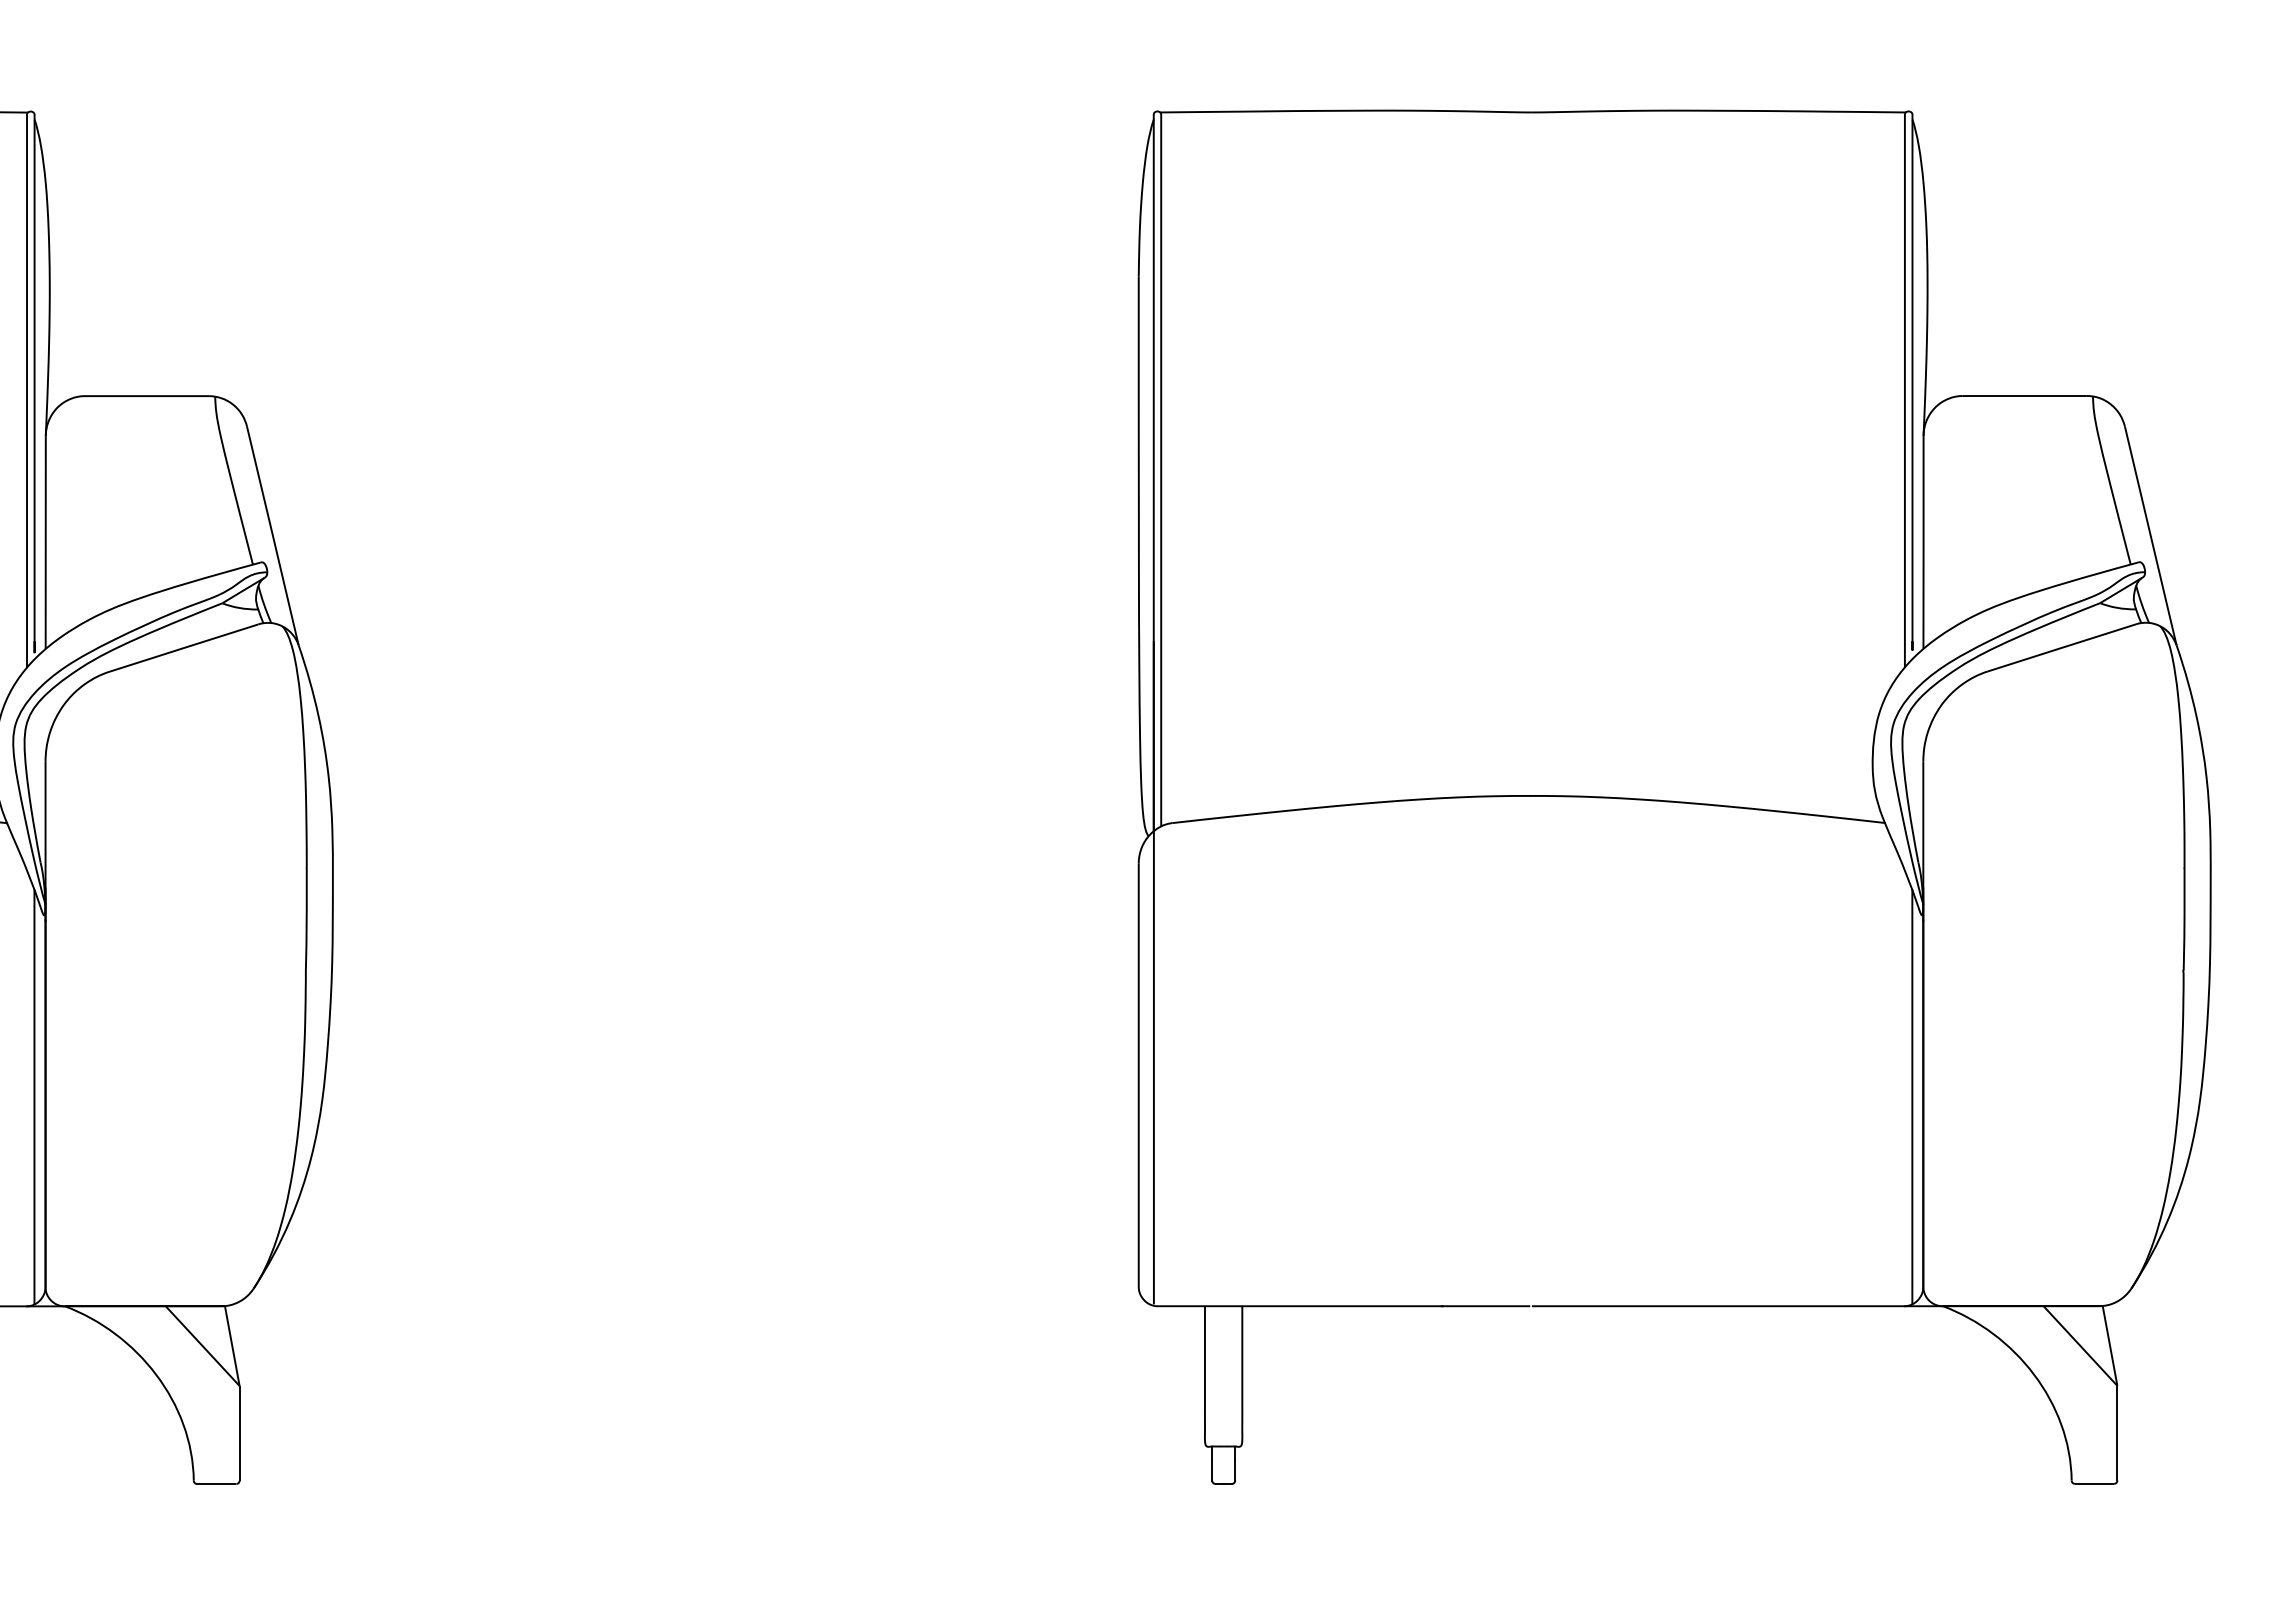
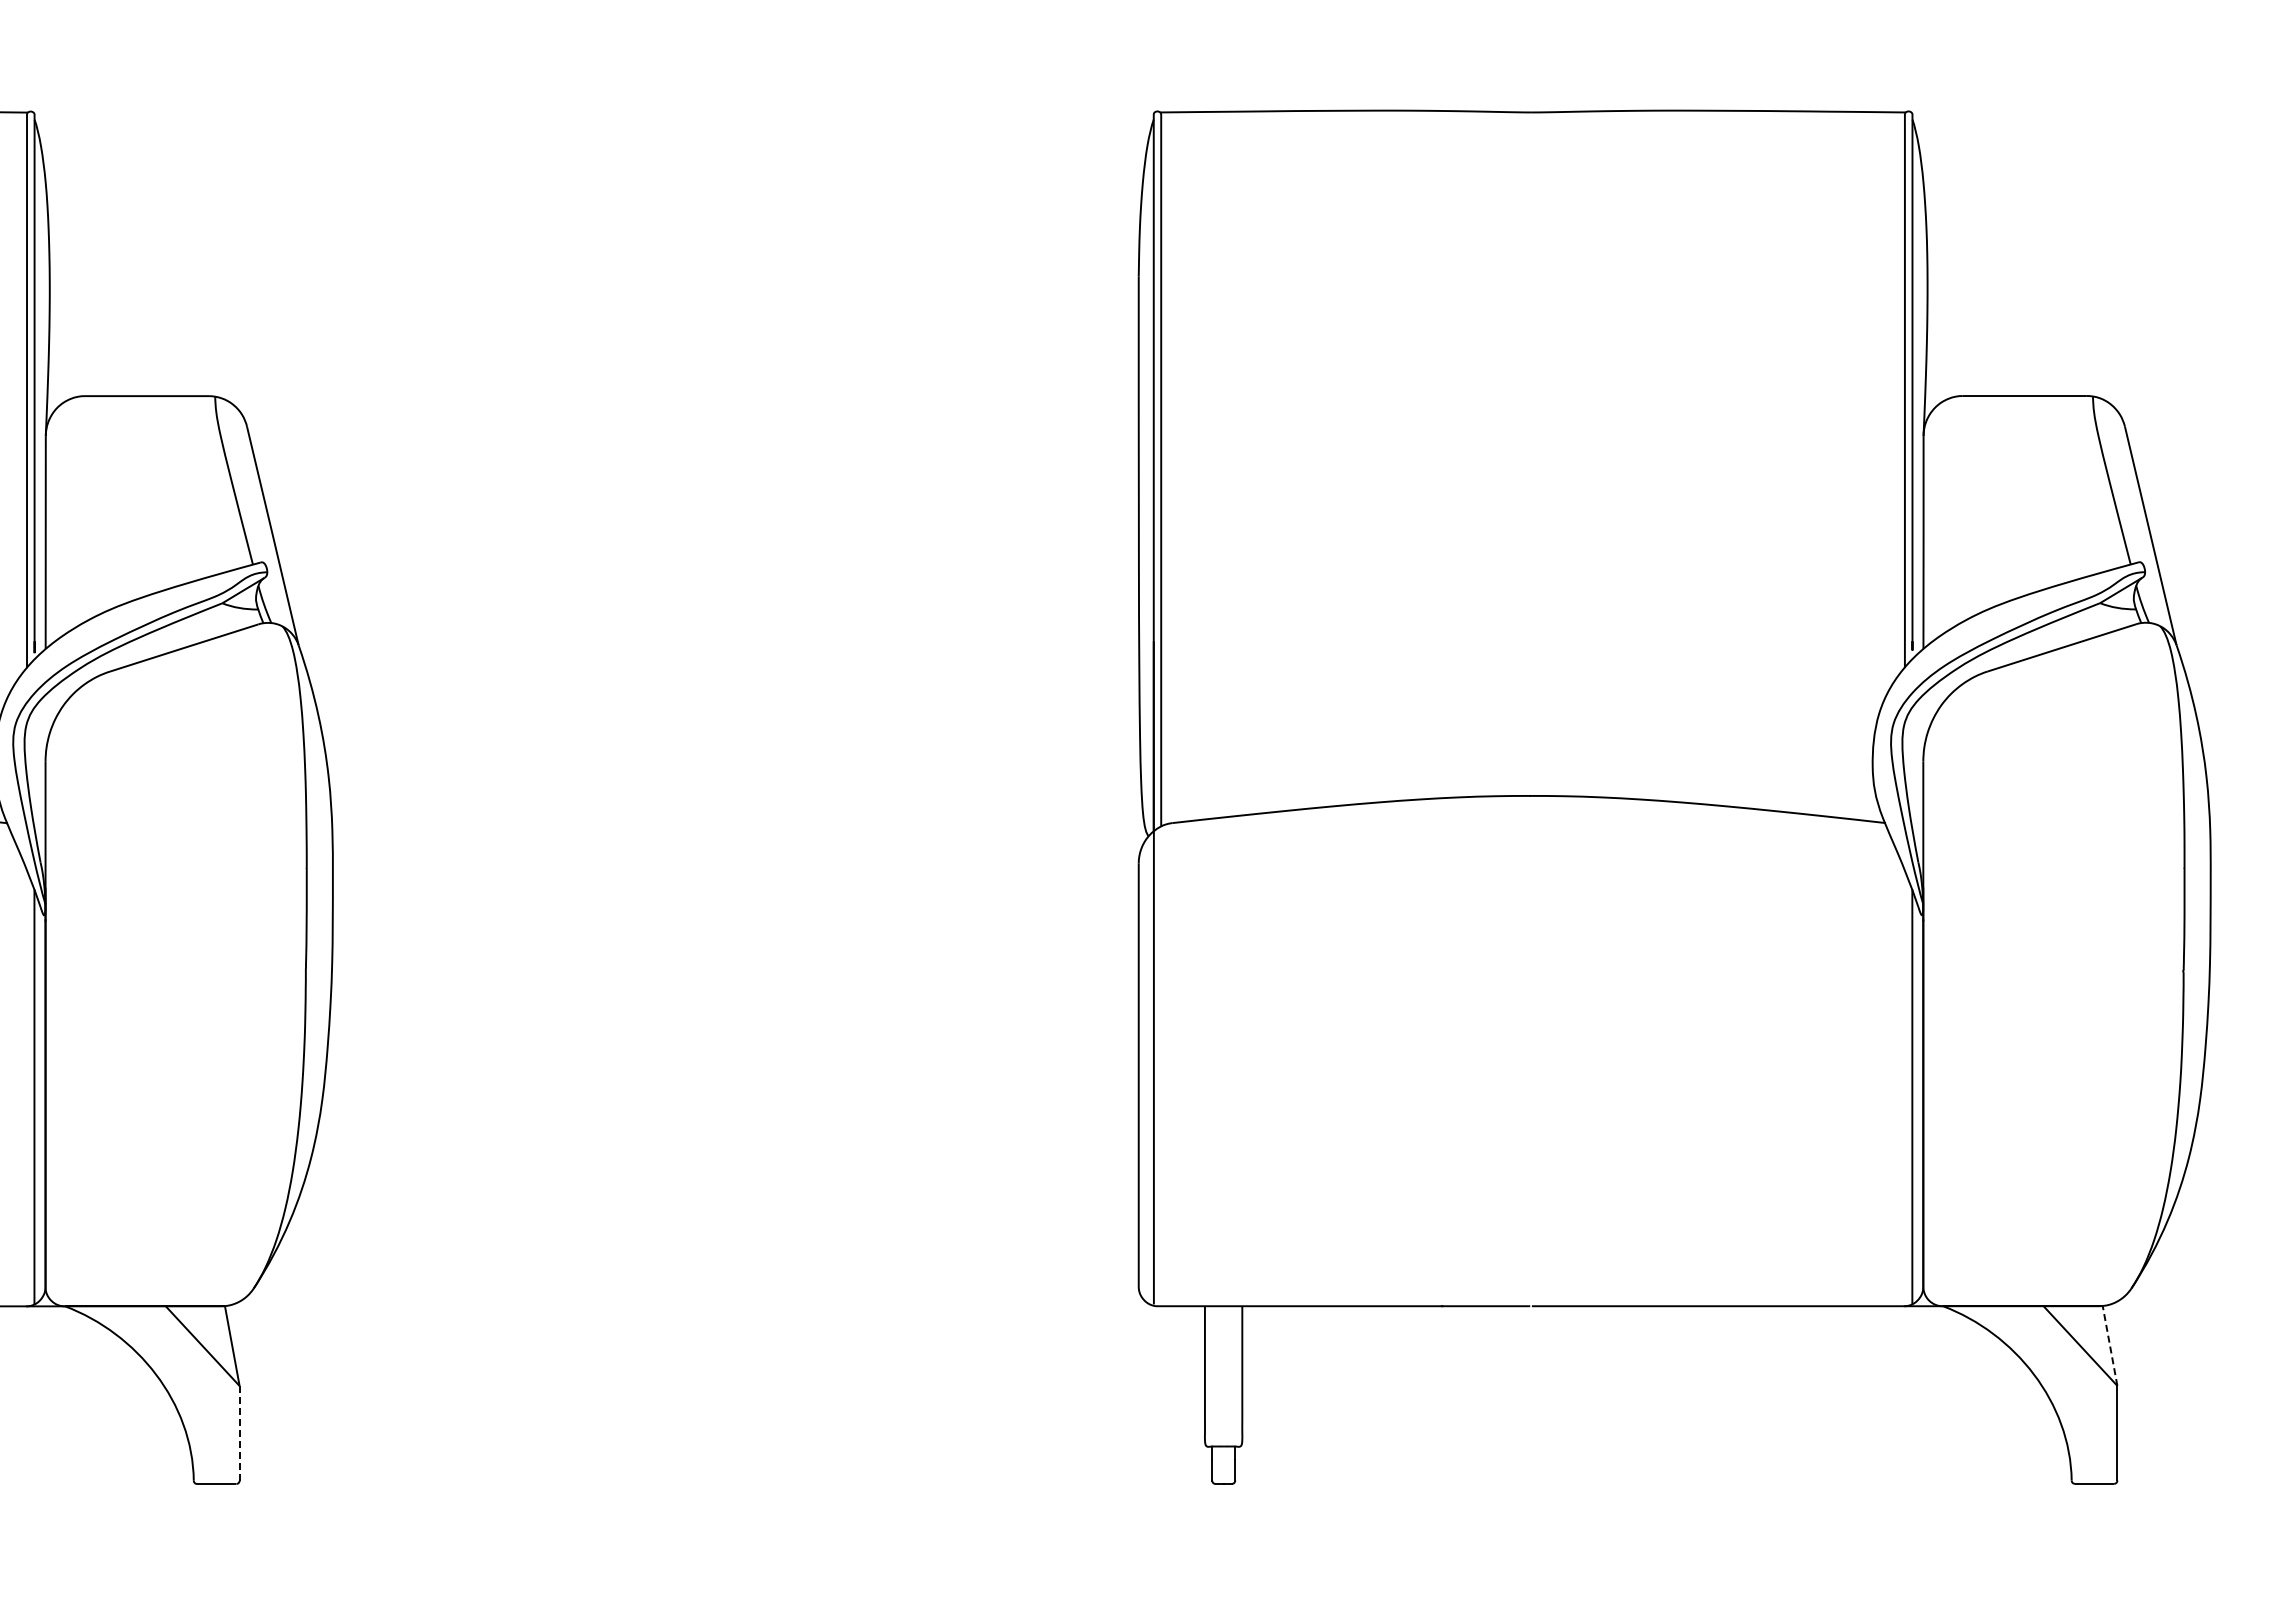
line at (2110, 1346): solid -> dashed
line at (239, 1432): solid -> dashed
